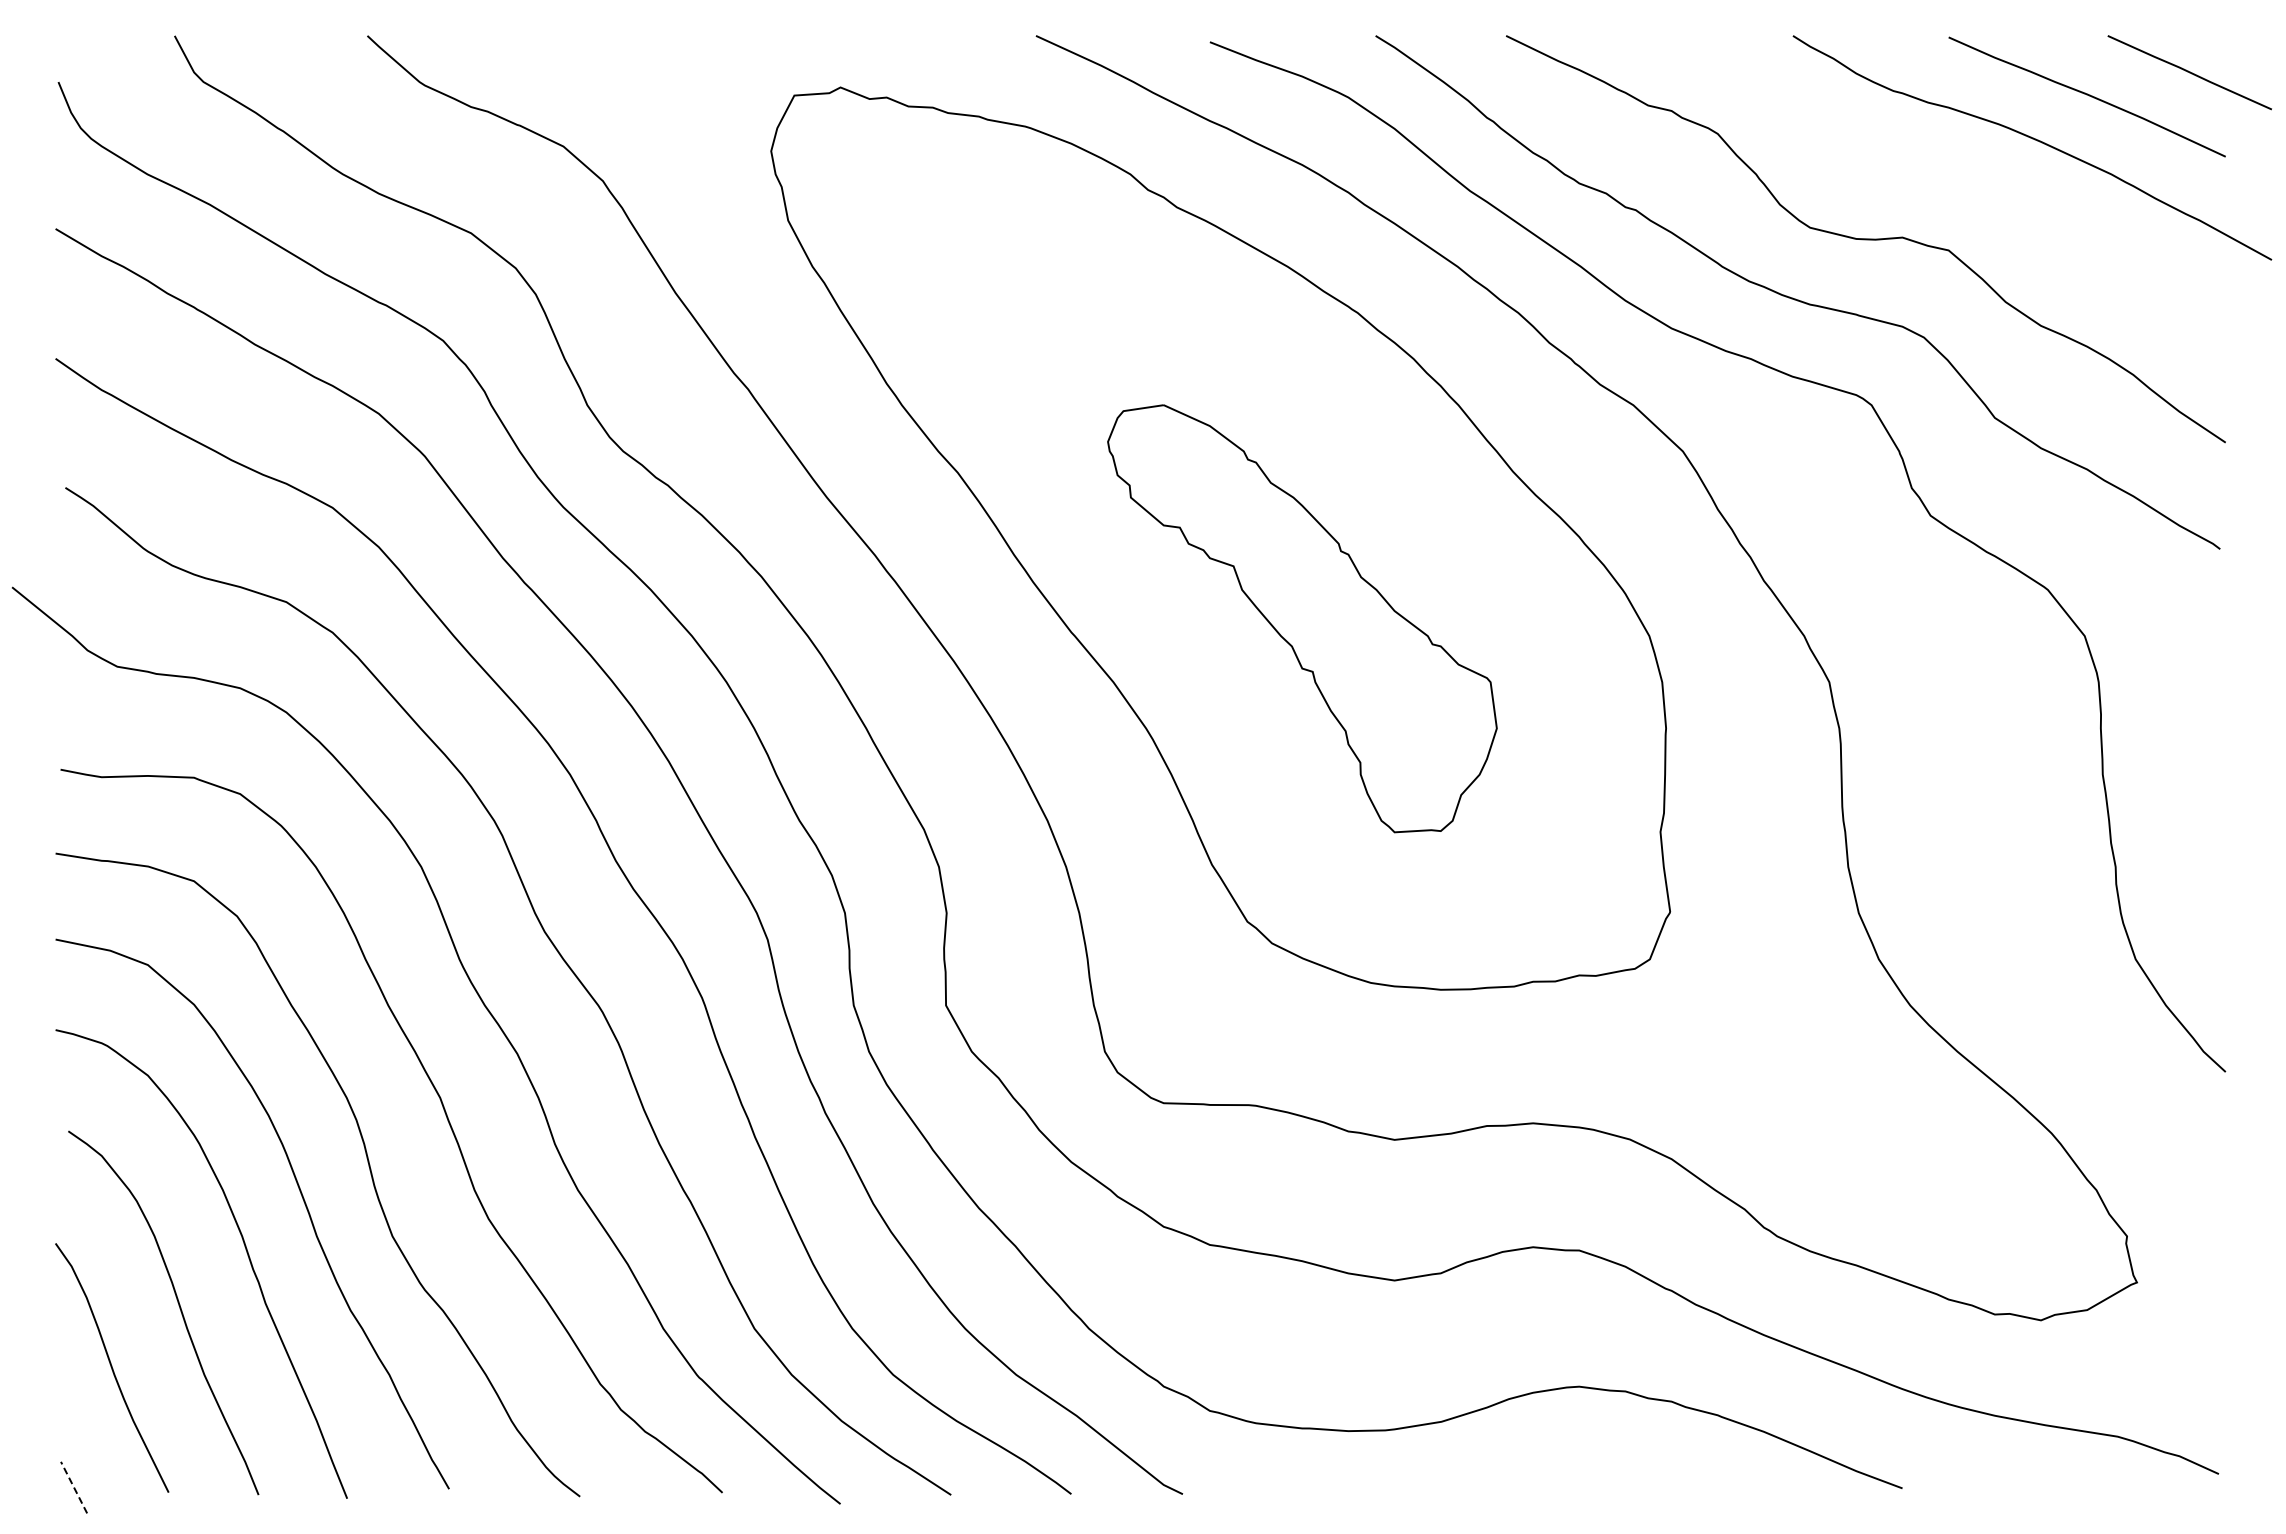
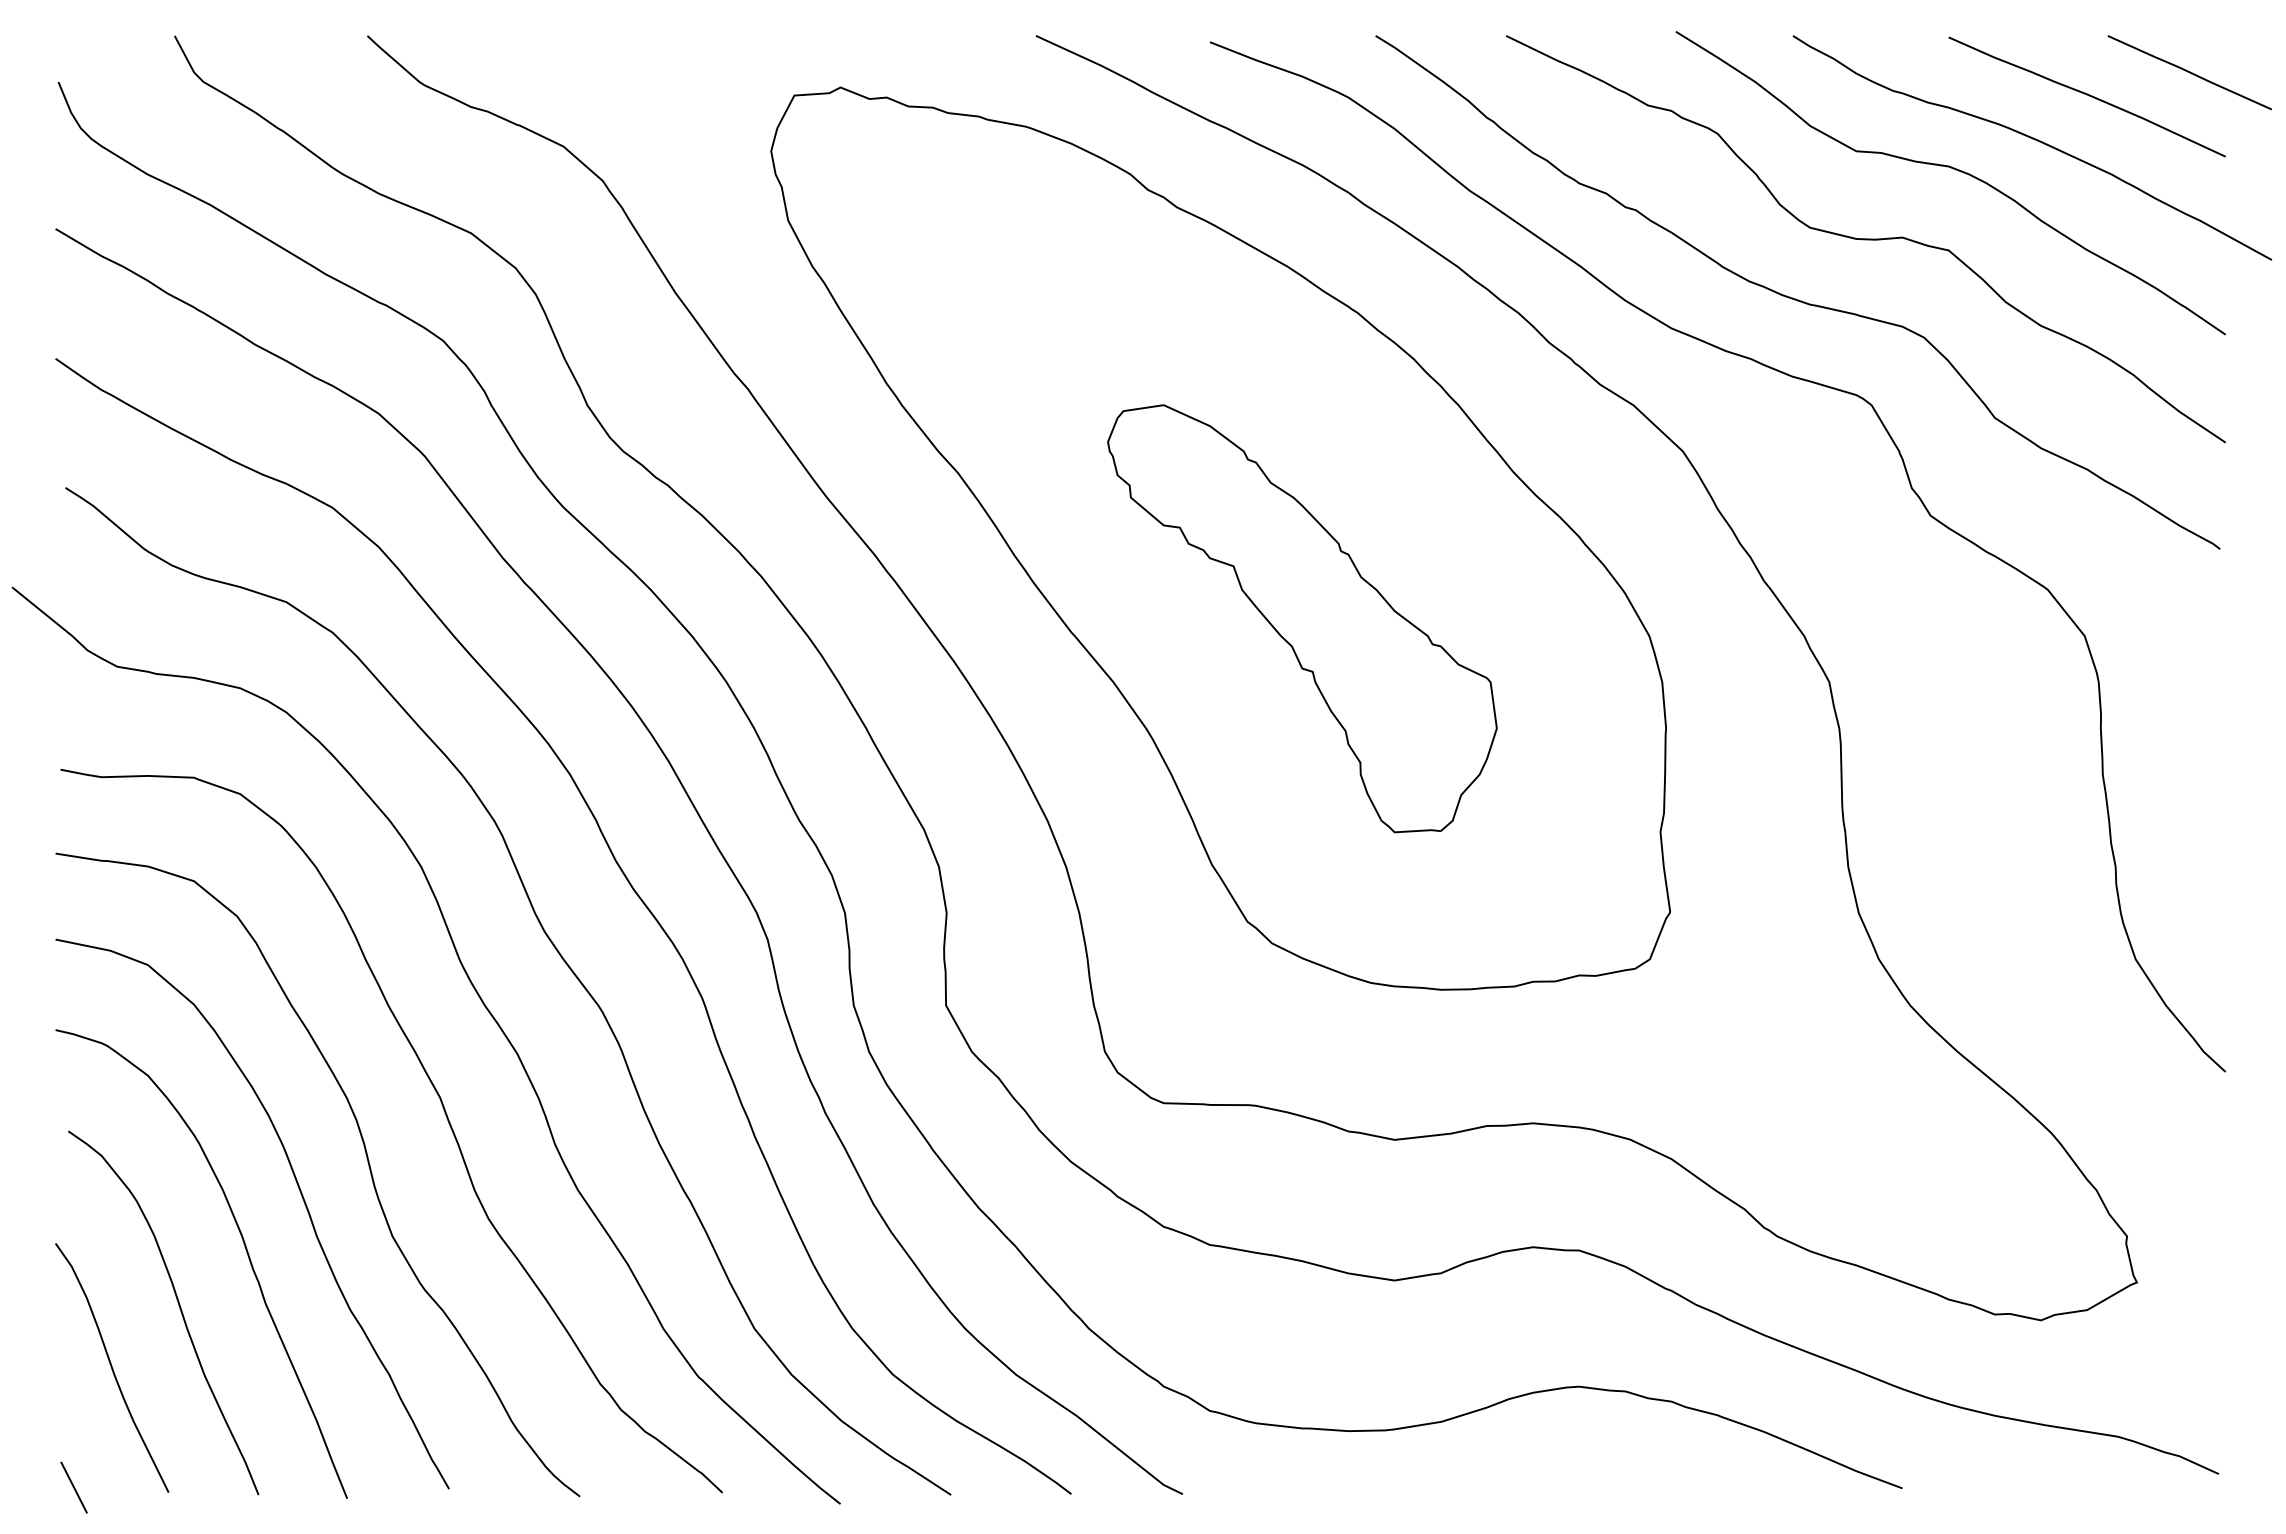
curve at (1955, 170): none -> present
line at (74, 1487): dashed -> solid
